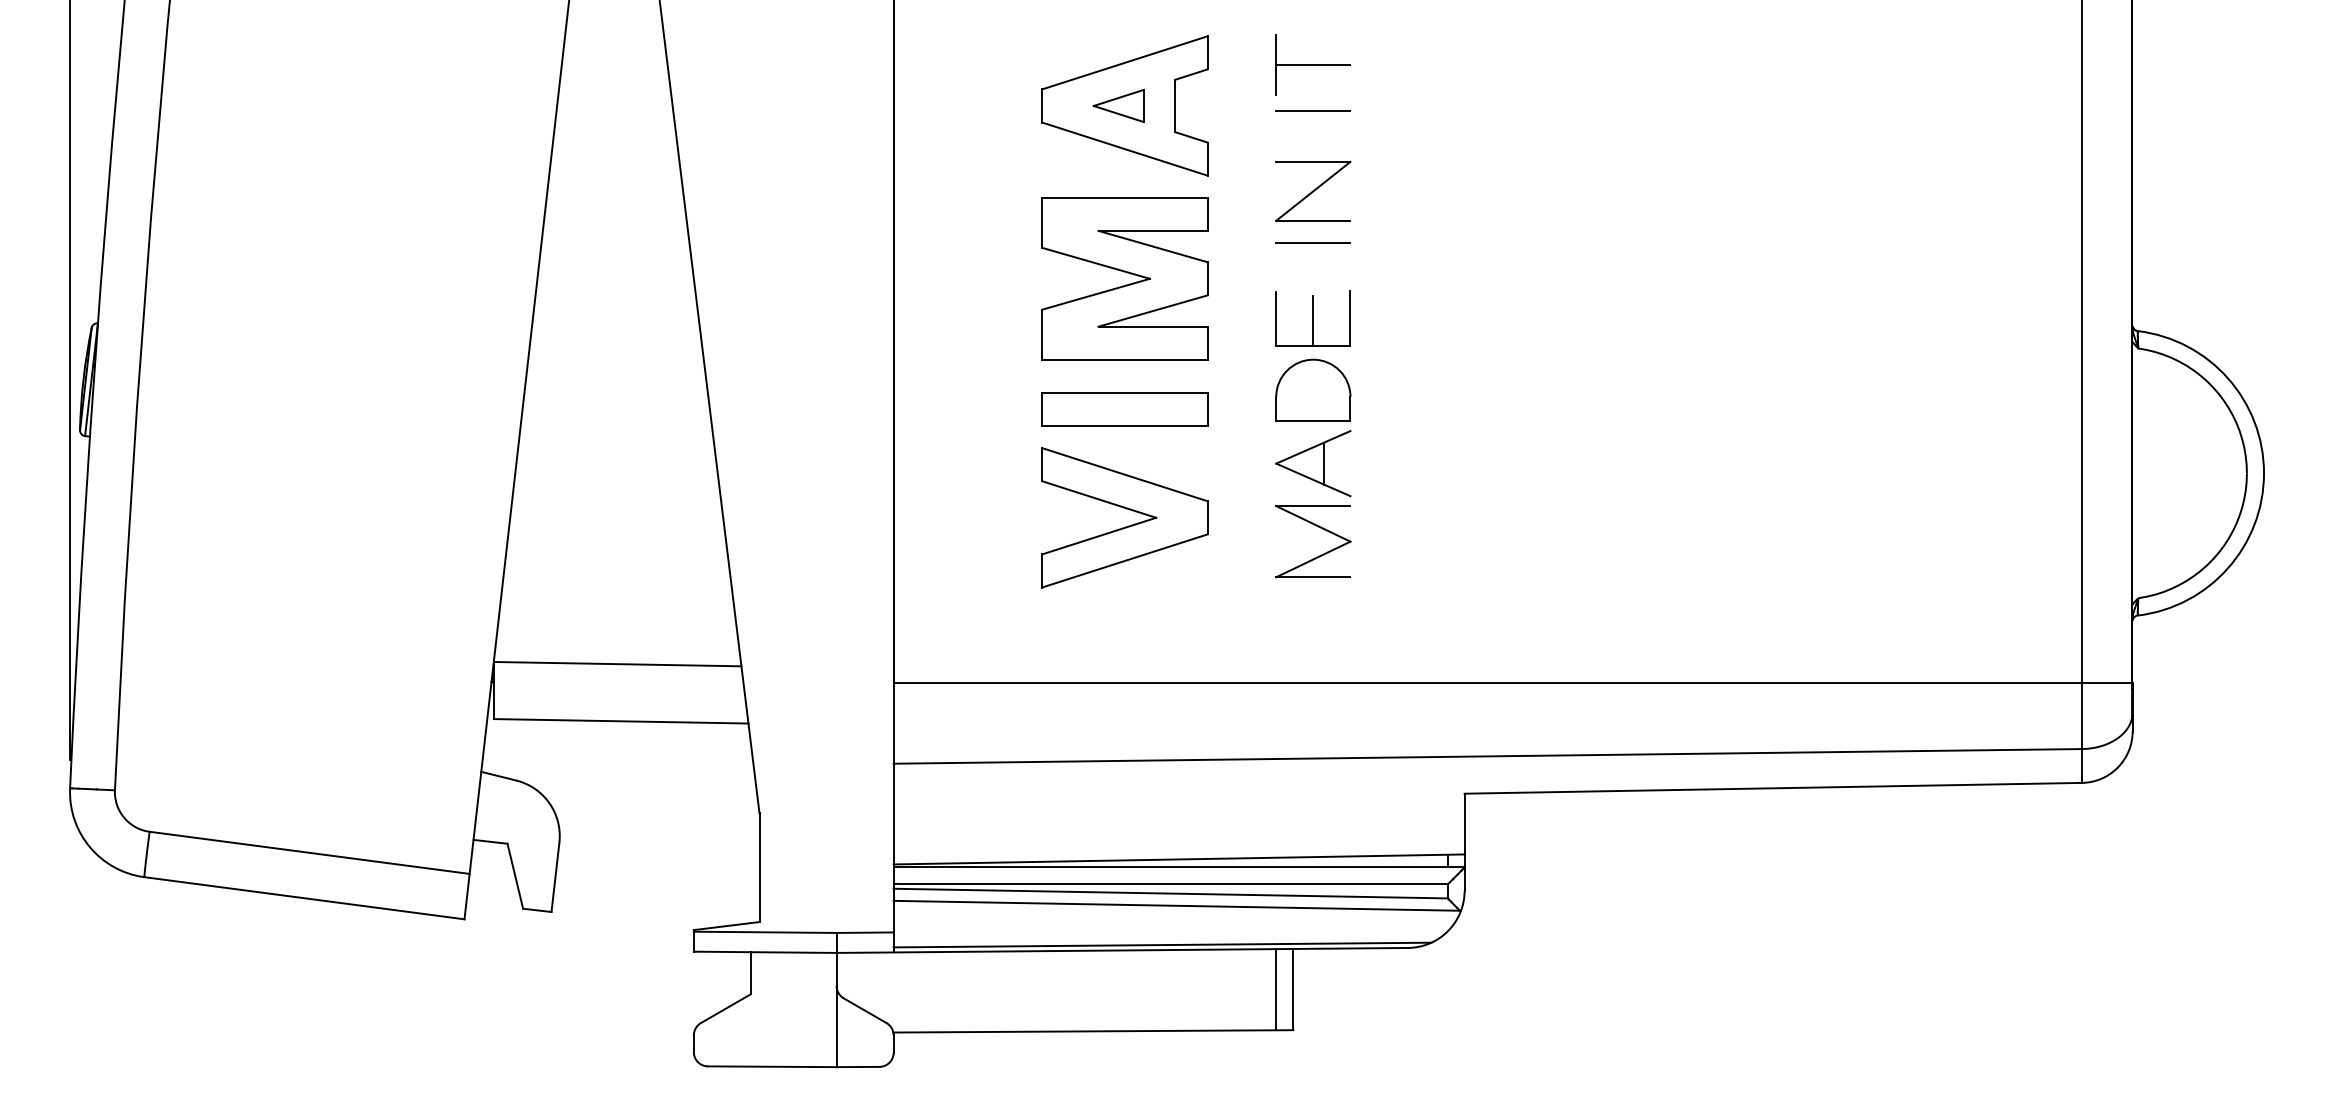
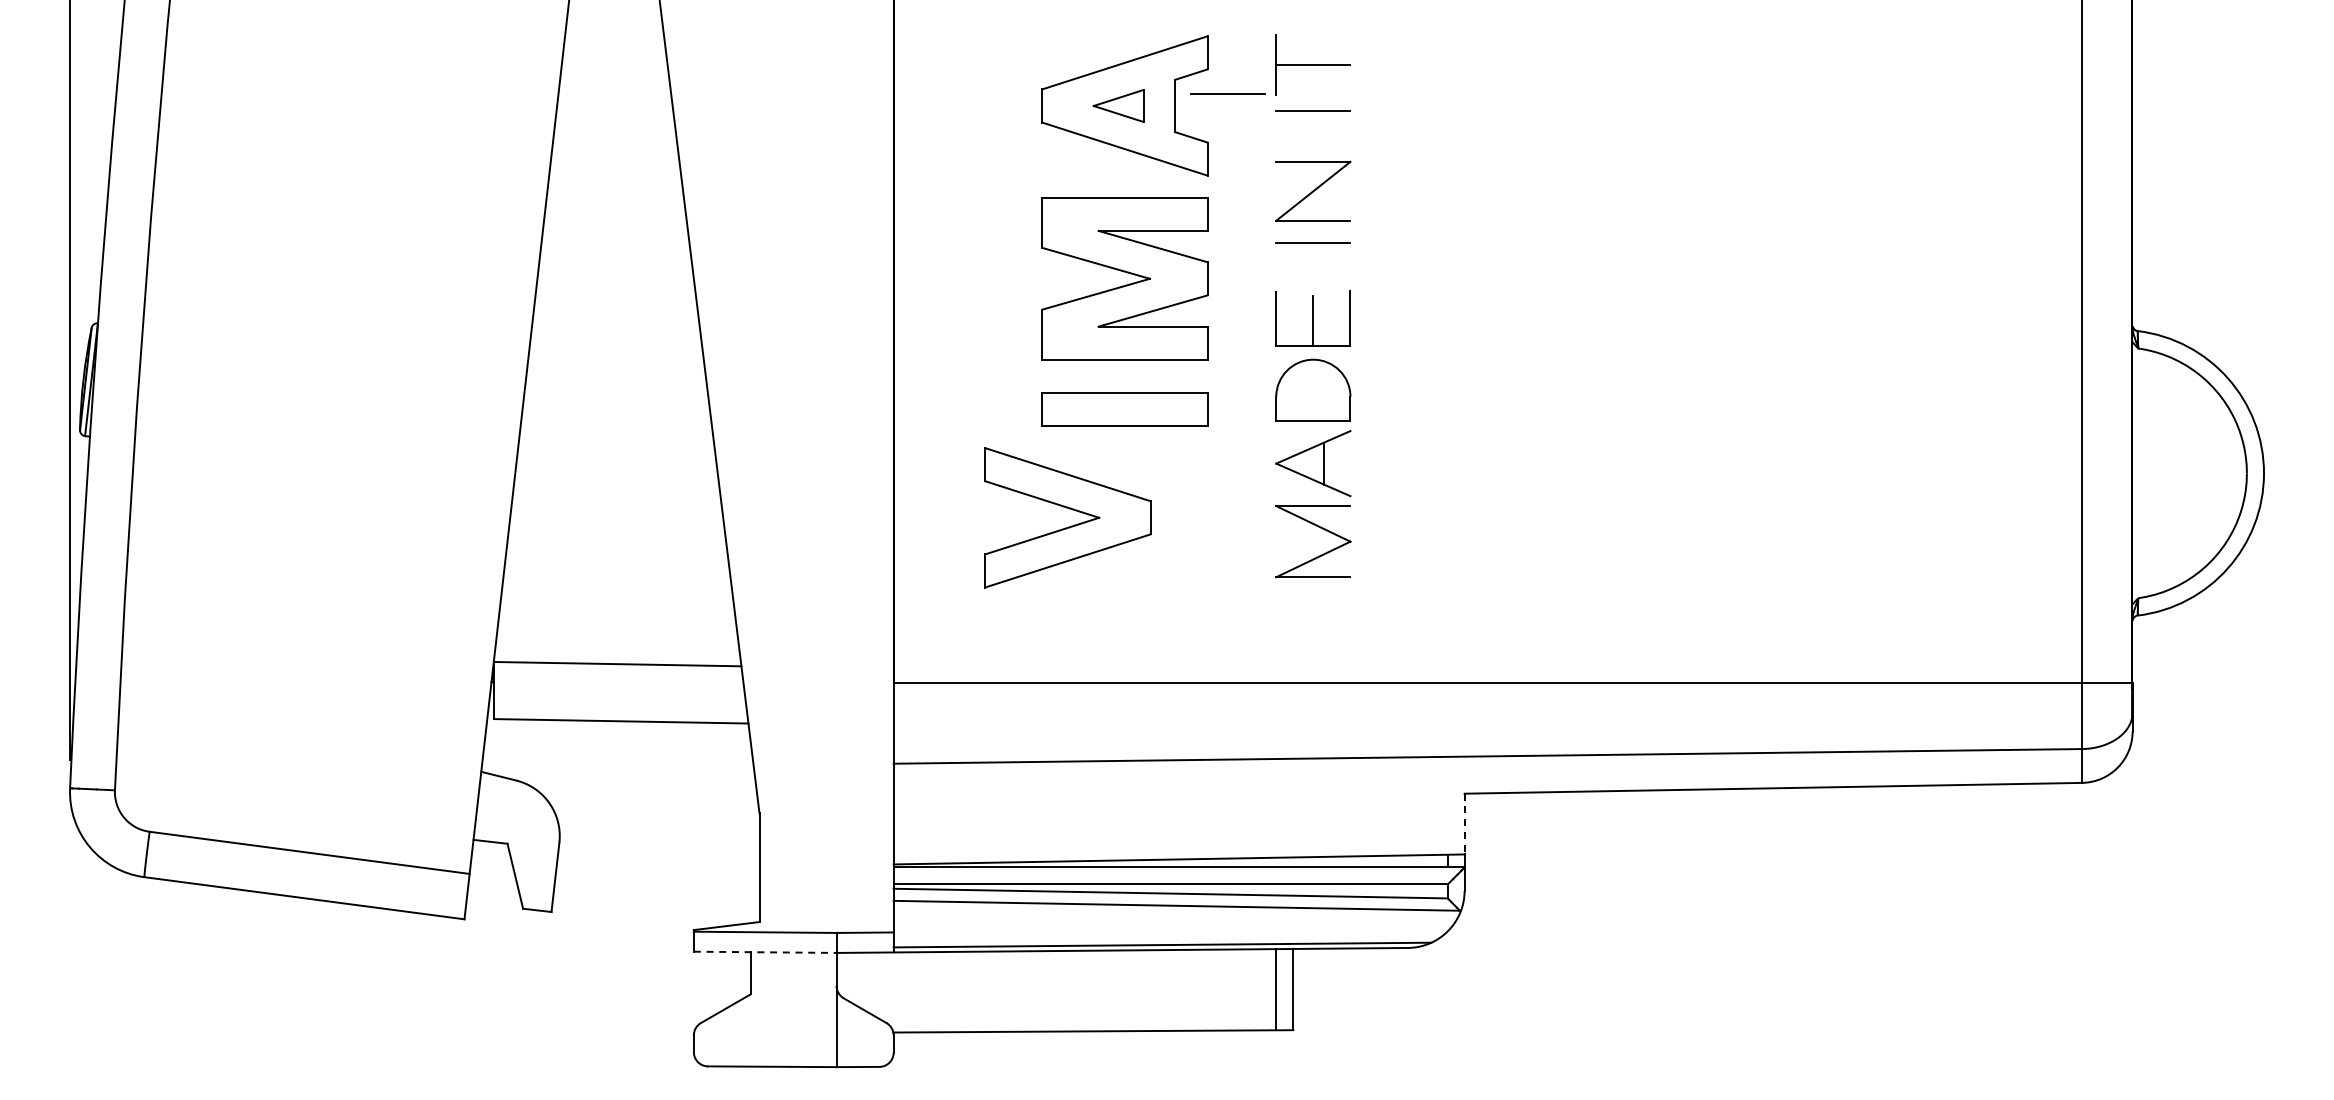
line at (1227, 93): none -> present
part at (1126, 509) position: (1126, 509) -> (1069, 509)
line at (1464, 824): solid -> dashed
line at (765, 952): solid -> dashed
